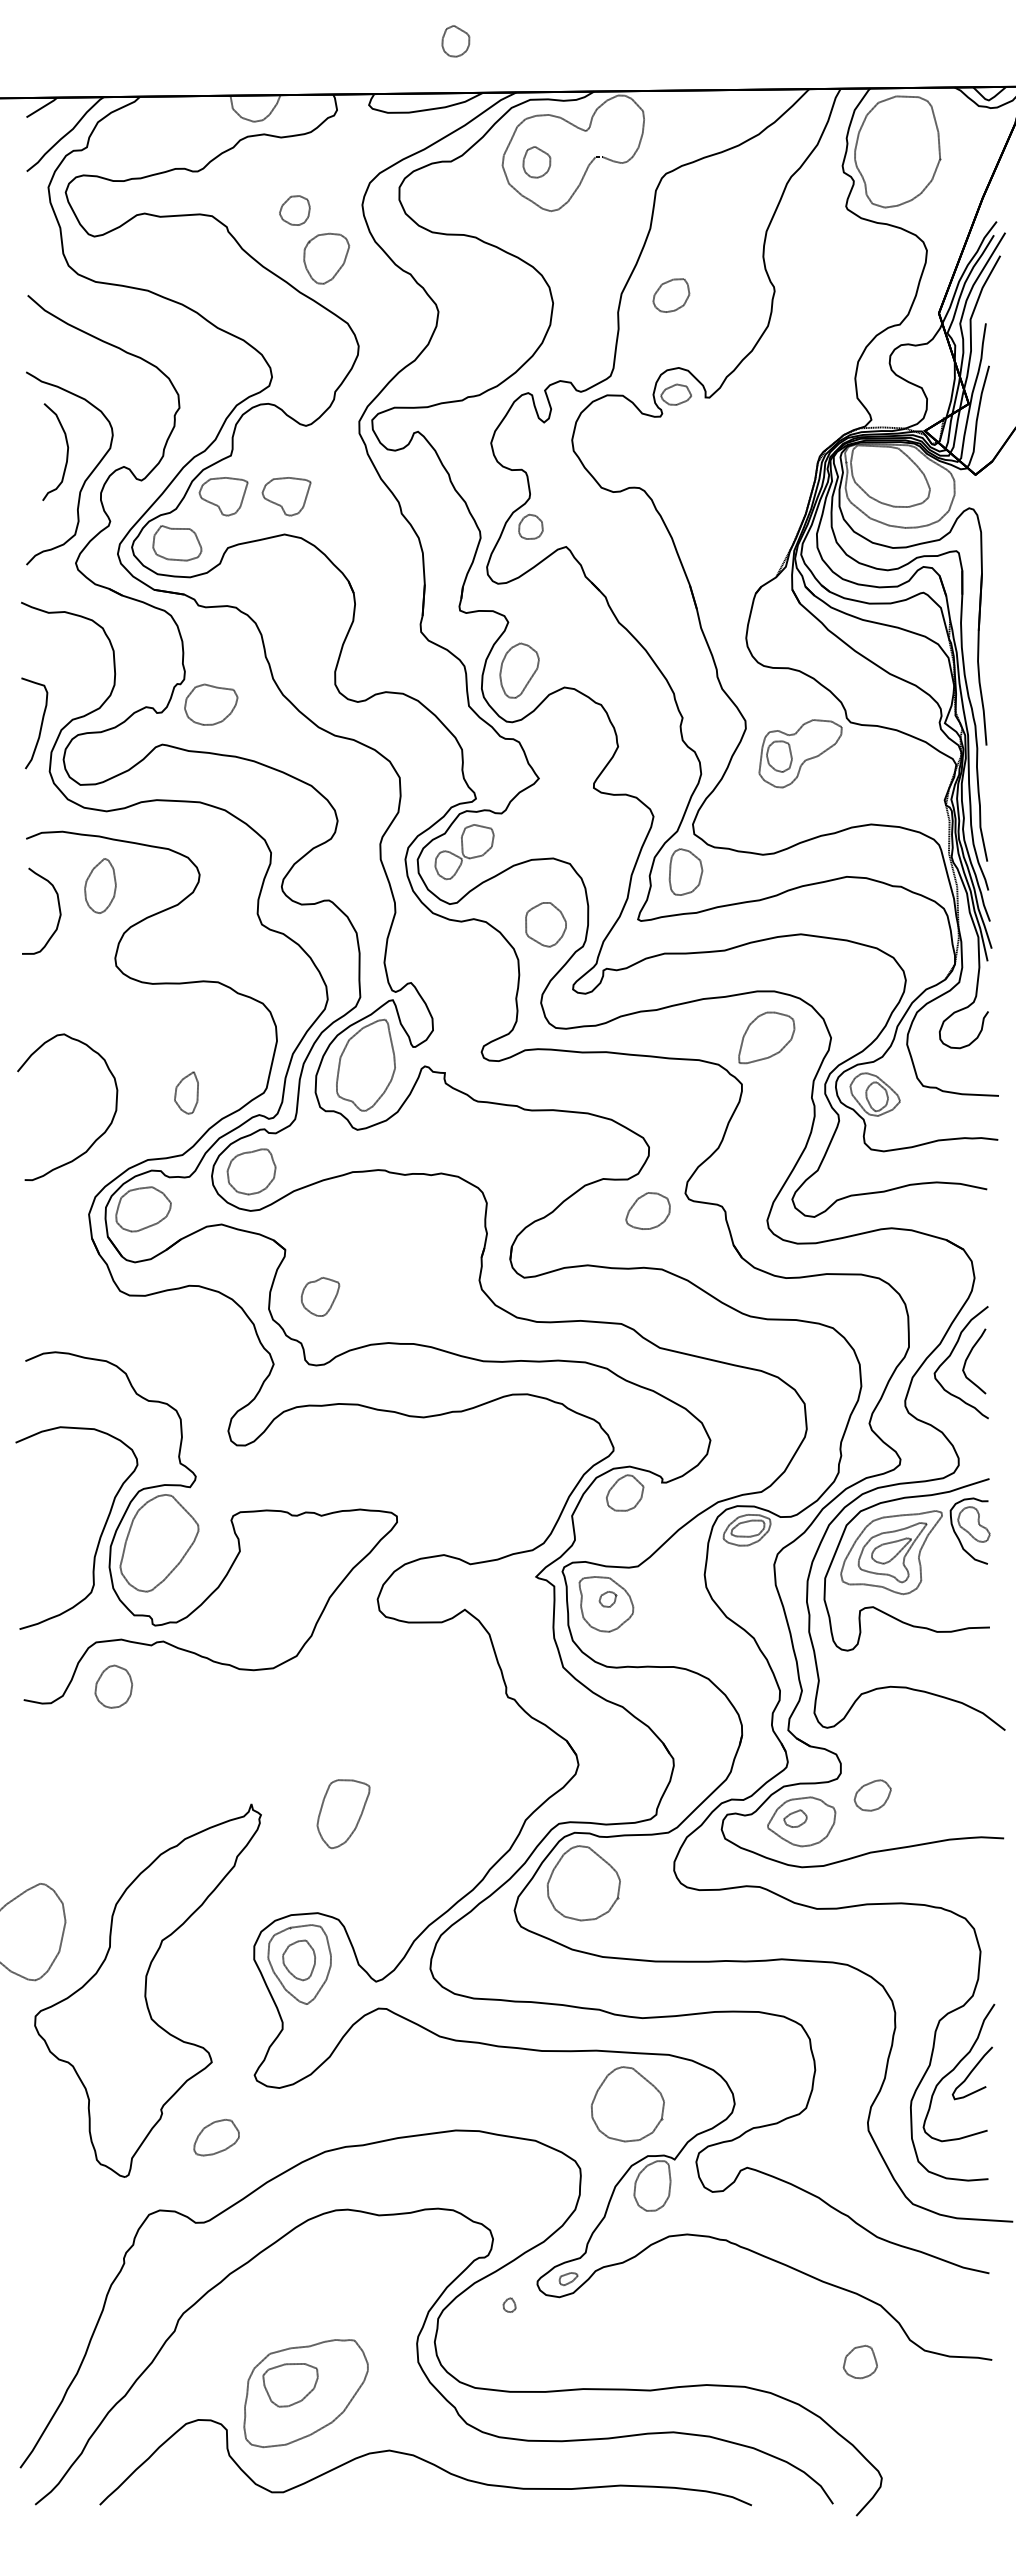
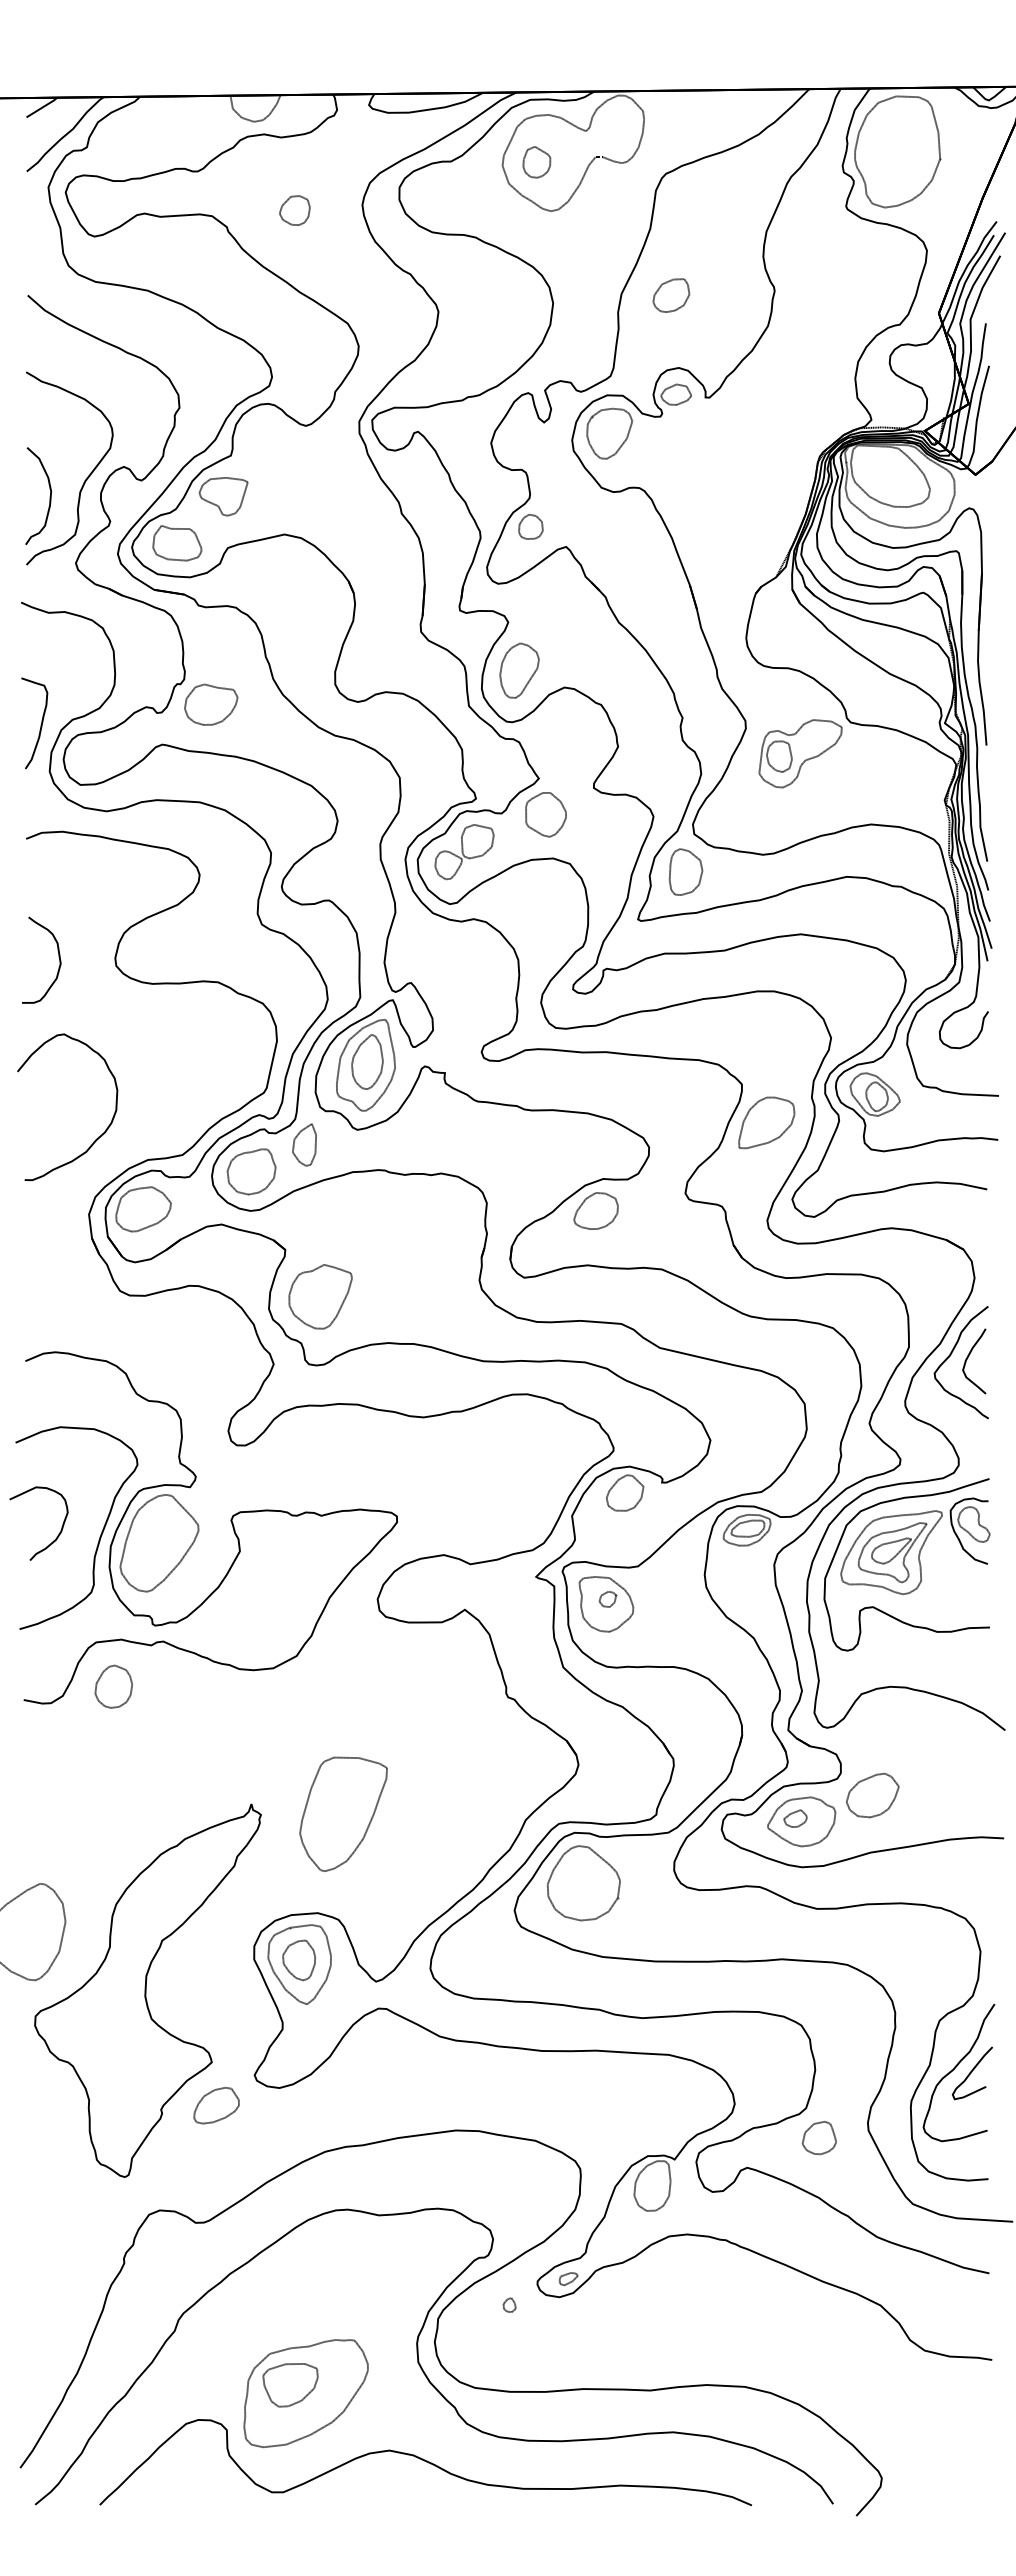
part at (455, 41): present -> none
part at (326, 258) position: (326, 258) -> (609, 433)
part at (66, 452) position: (66, 452) -> (49, 496)
part at (286, 496): present -> none
part at (100, 885) position: (100, 885) -> (367, 1061)
curve at (58, 908) position: (58, 908) -> (58, 957)
part at (545, 924) position: (545, 924) -> (545, 814)
part at (766, 1037) position: (766, 1037) -> (766, 1122)
part at (186, 1092) position: (186, 1092) -> (304, 1144)
part at (647, 1210) position: (647, 1210) -> (595, 1210)
part at (320, 1296) size: 40x40 px -> 65x66 px
curve at (57, 1535): none -> present
part at (872, 1795) size: 39x33 px -> 54x47 px
part at (343, 1813) size: 55x70 px -> 89x116 px
part at (627, 2104): present -> none
part at (216, 2137) position: (216, 2137) -> (216, 2105)
part at (859, 2362) position: (859, 2362) -> (818, 2138)
